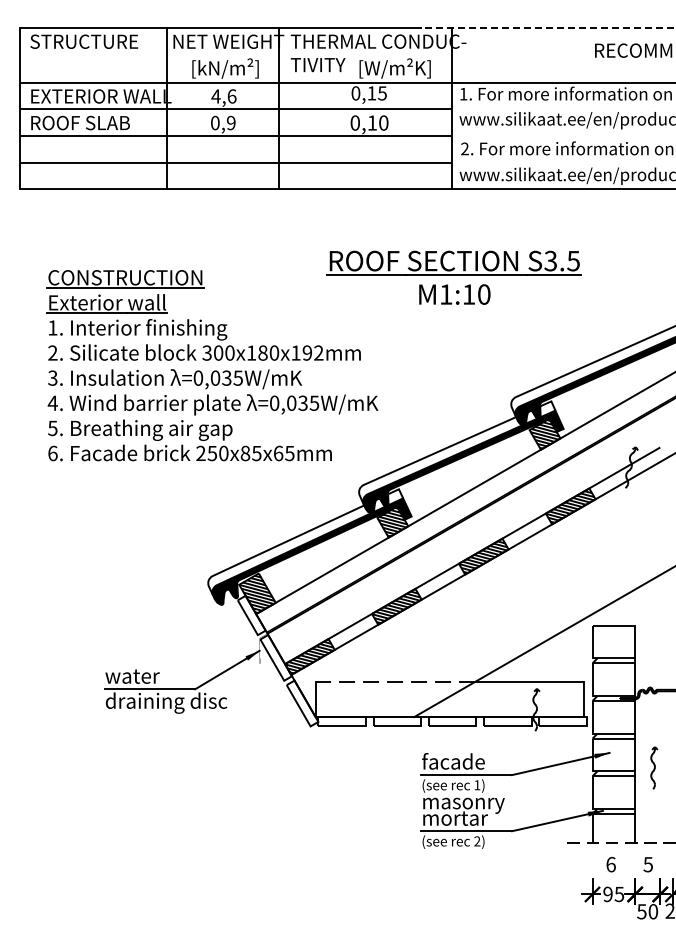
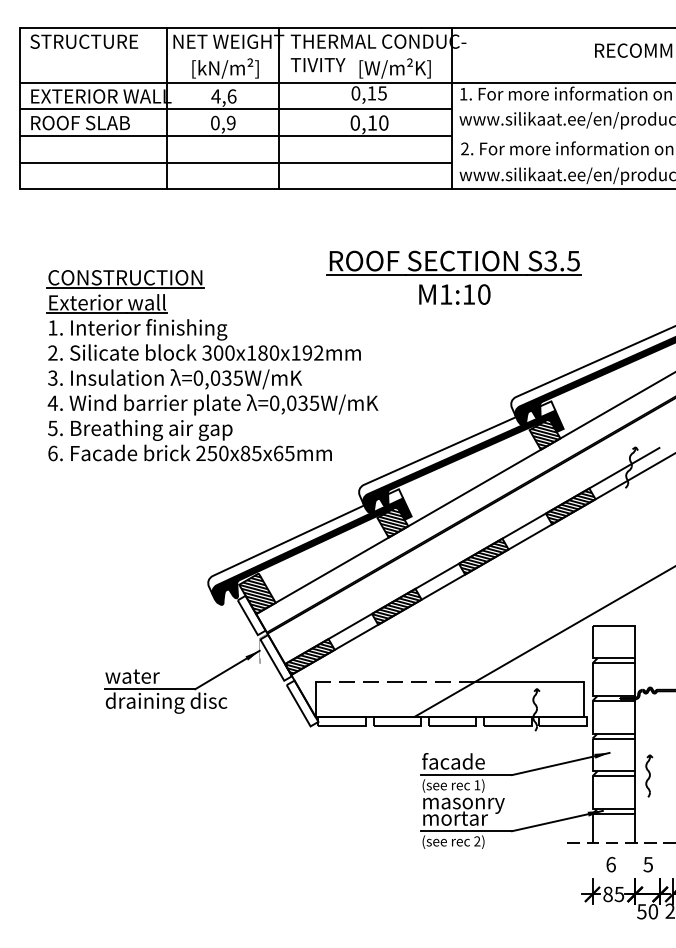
line at (548, 28): dashed -> solid
part at (654, 767) position: (654, 767) -> (649, 775)
text at (607, 894): 95 -> 85
